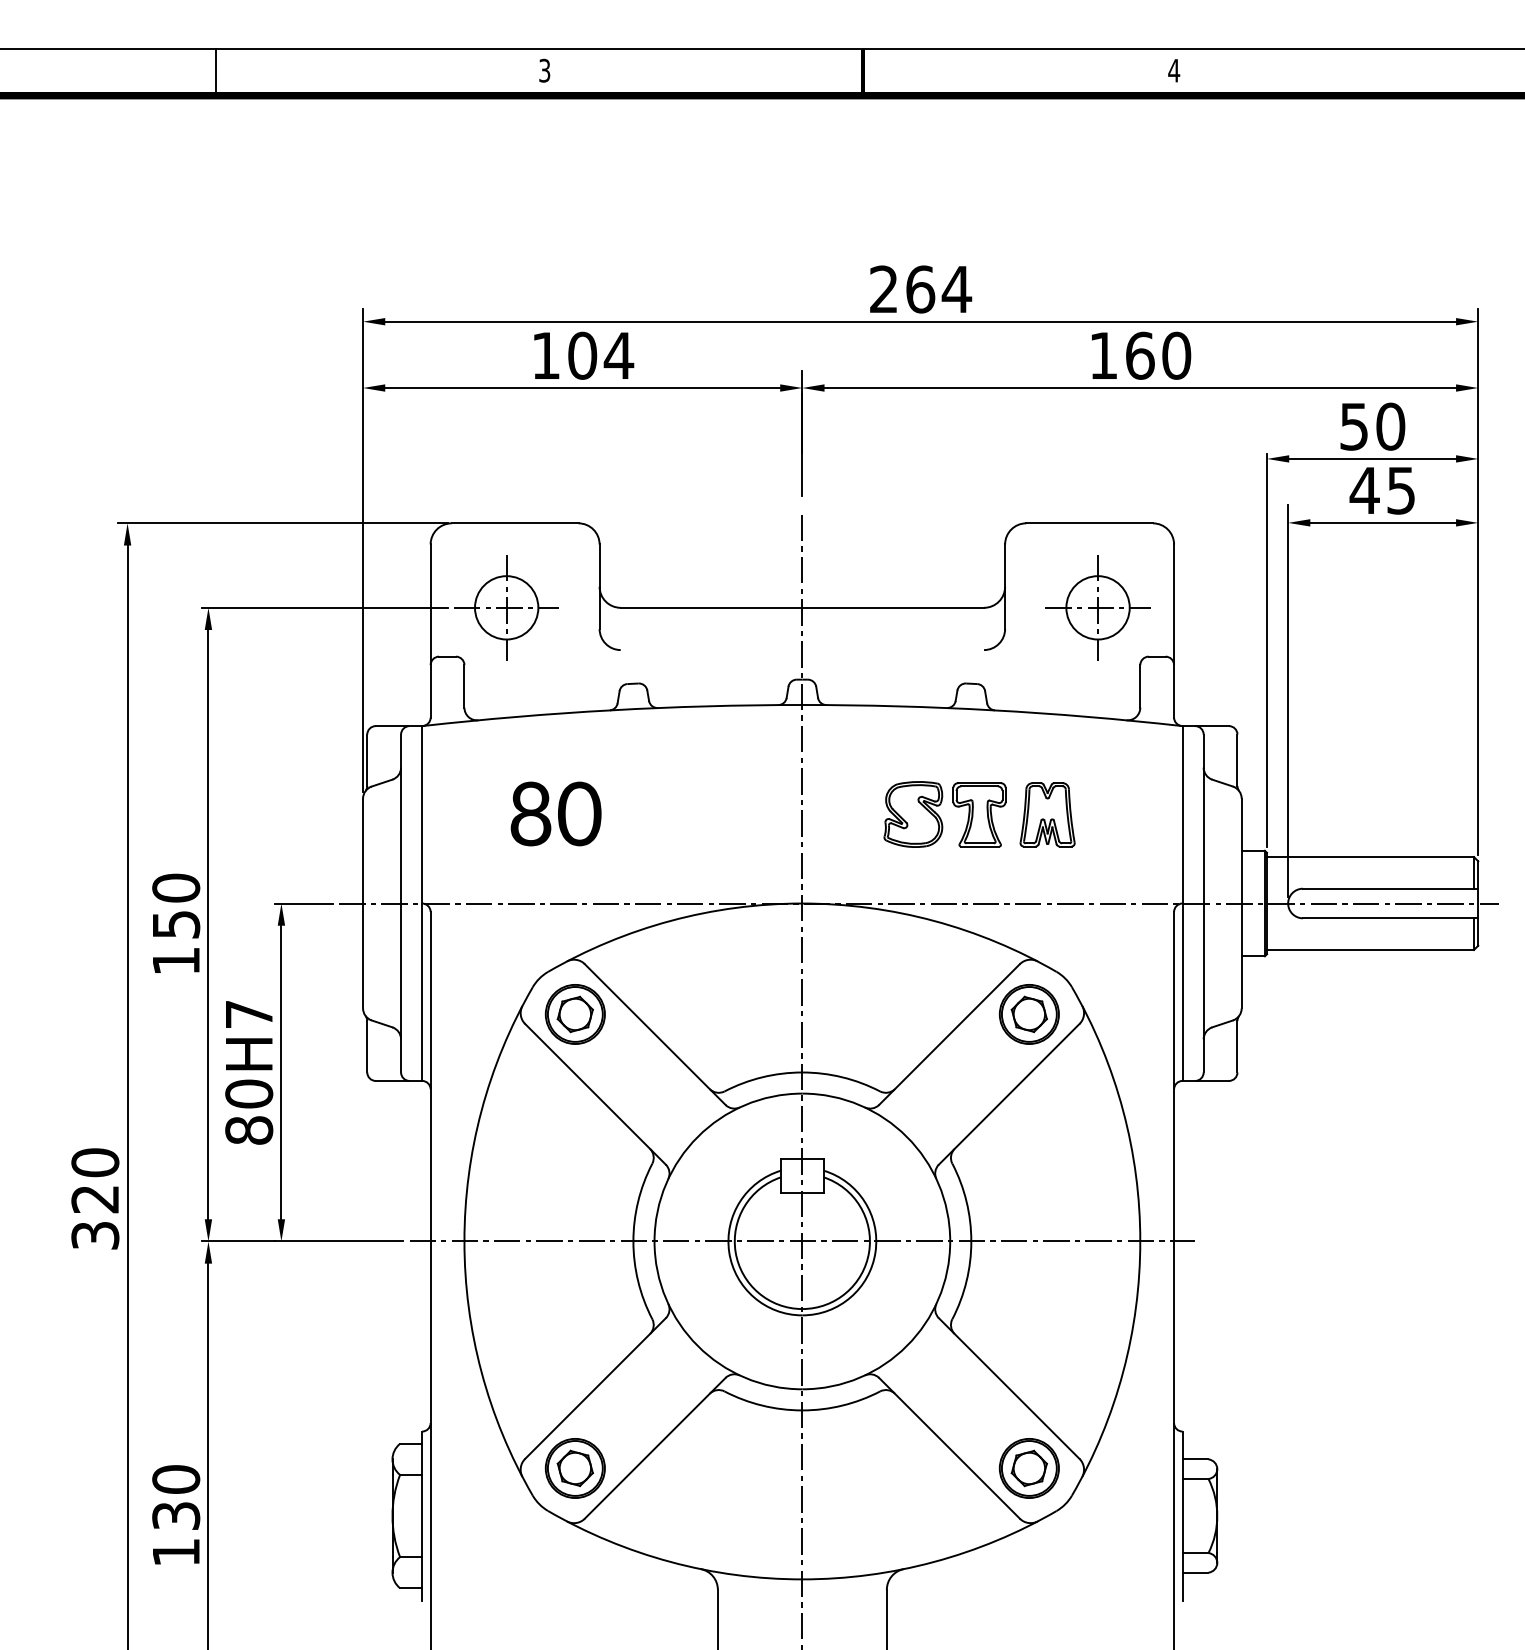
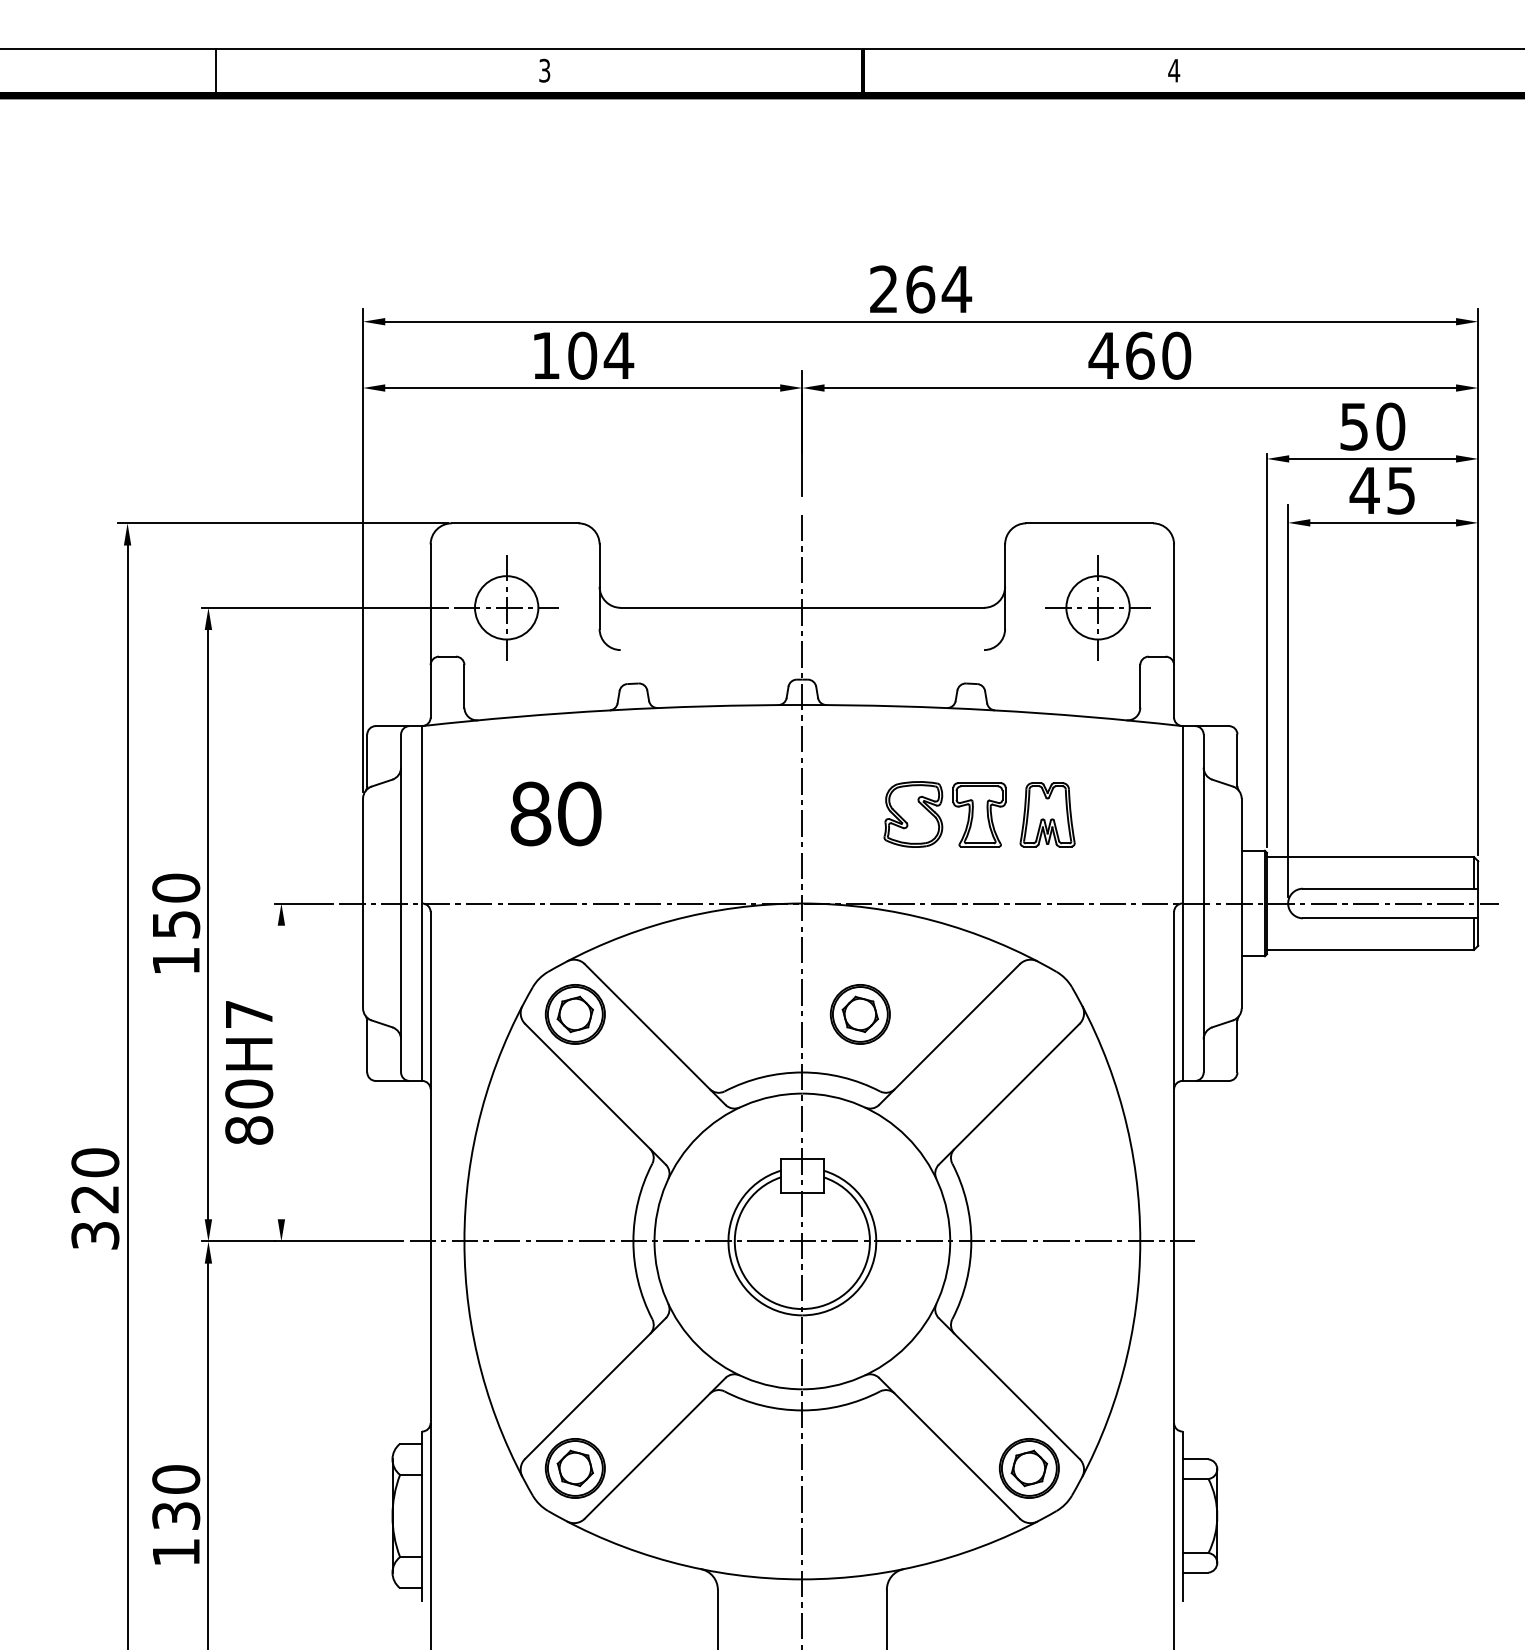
text at (1103, 355): 160 -> 460
part at (1028, 1014) position: (1028, 1014) -> (859, 1014)
line at (281, 1072): present -> none
